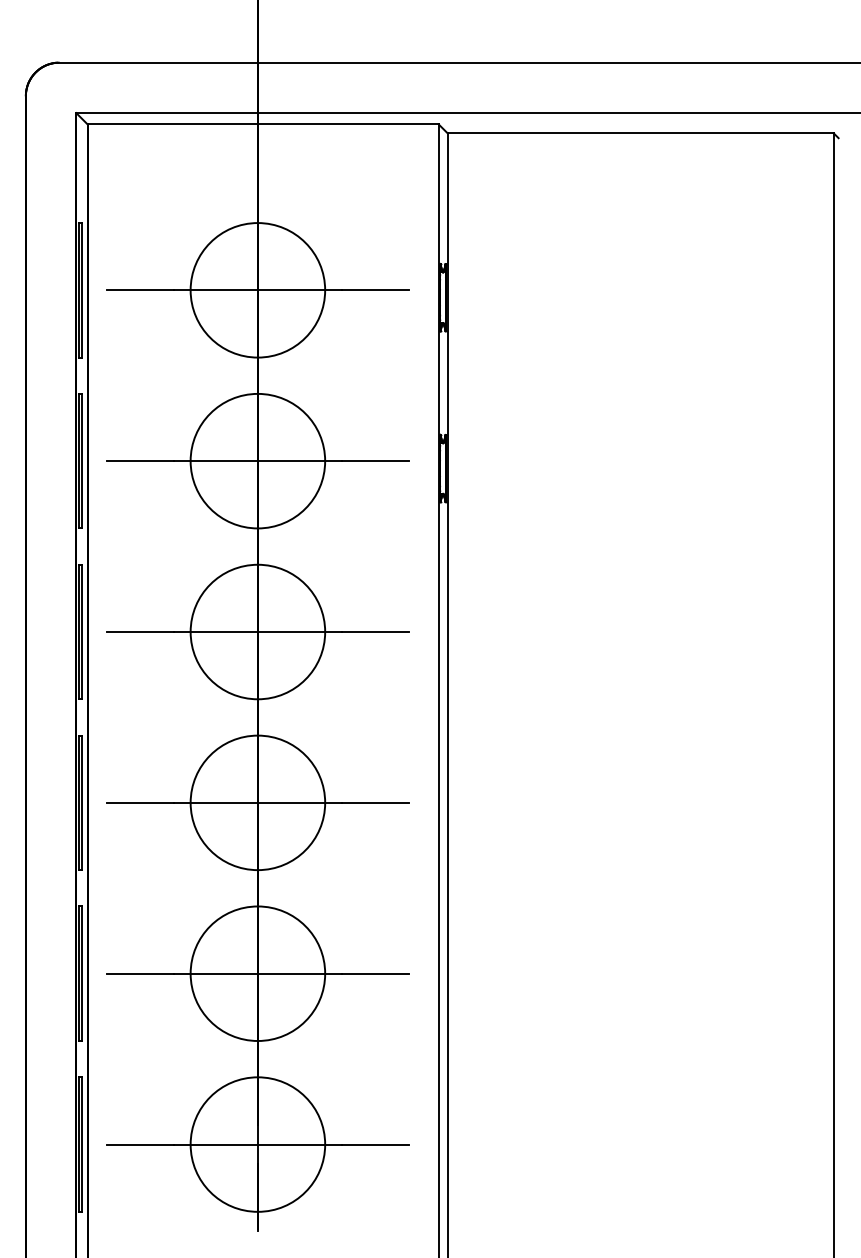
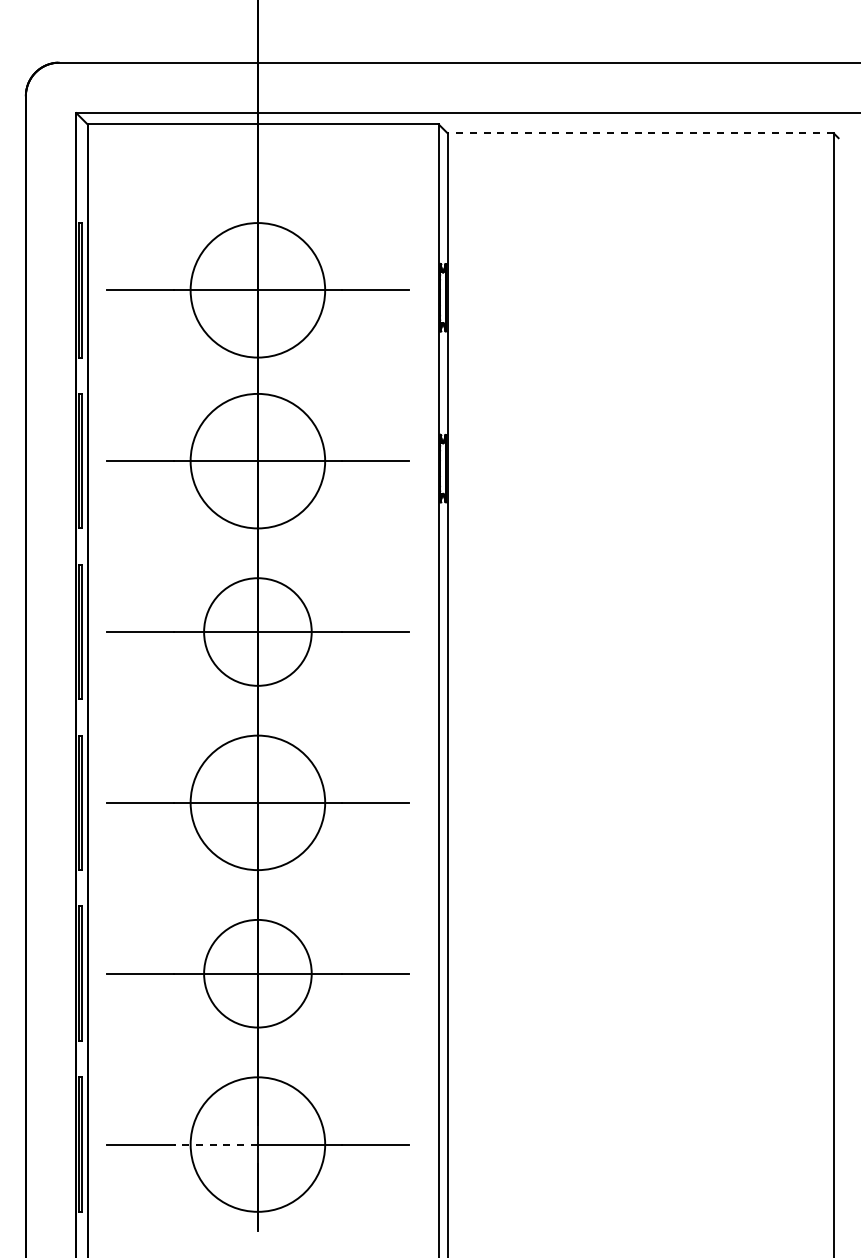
line at (640, 133): solid -> dashed
circle at (257, 631) diameter: 135 px -> 108 px
circle at (257, 973) diameter: 135 px -> 108 px
line at (215, 1144): solid -> dashed
